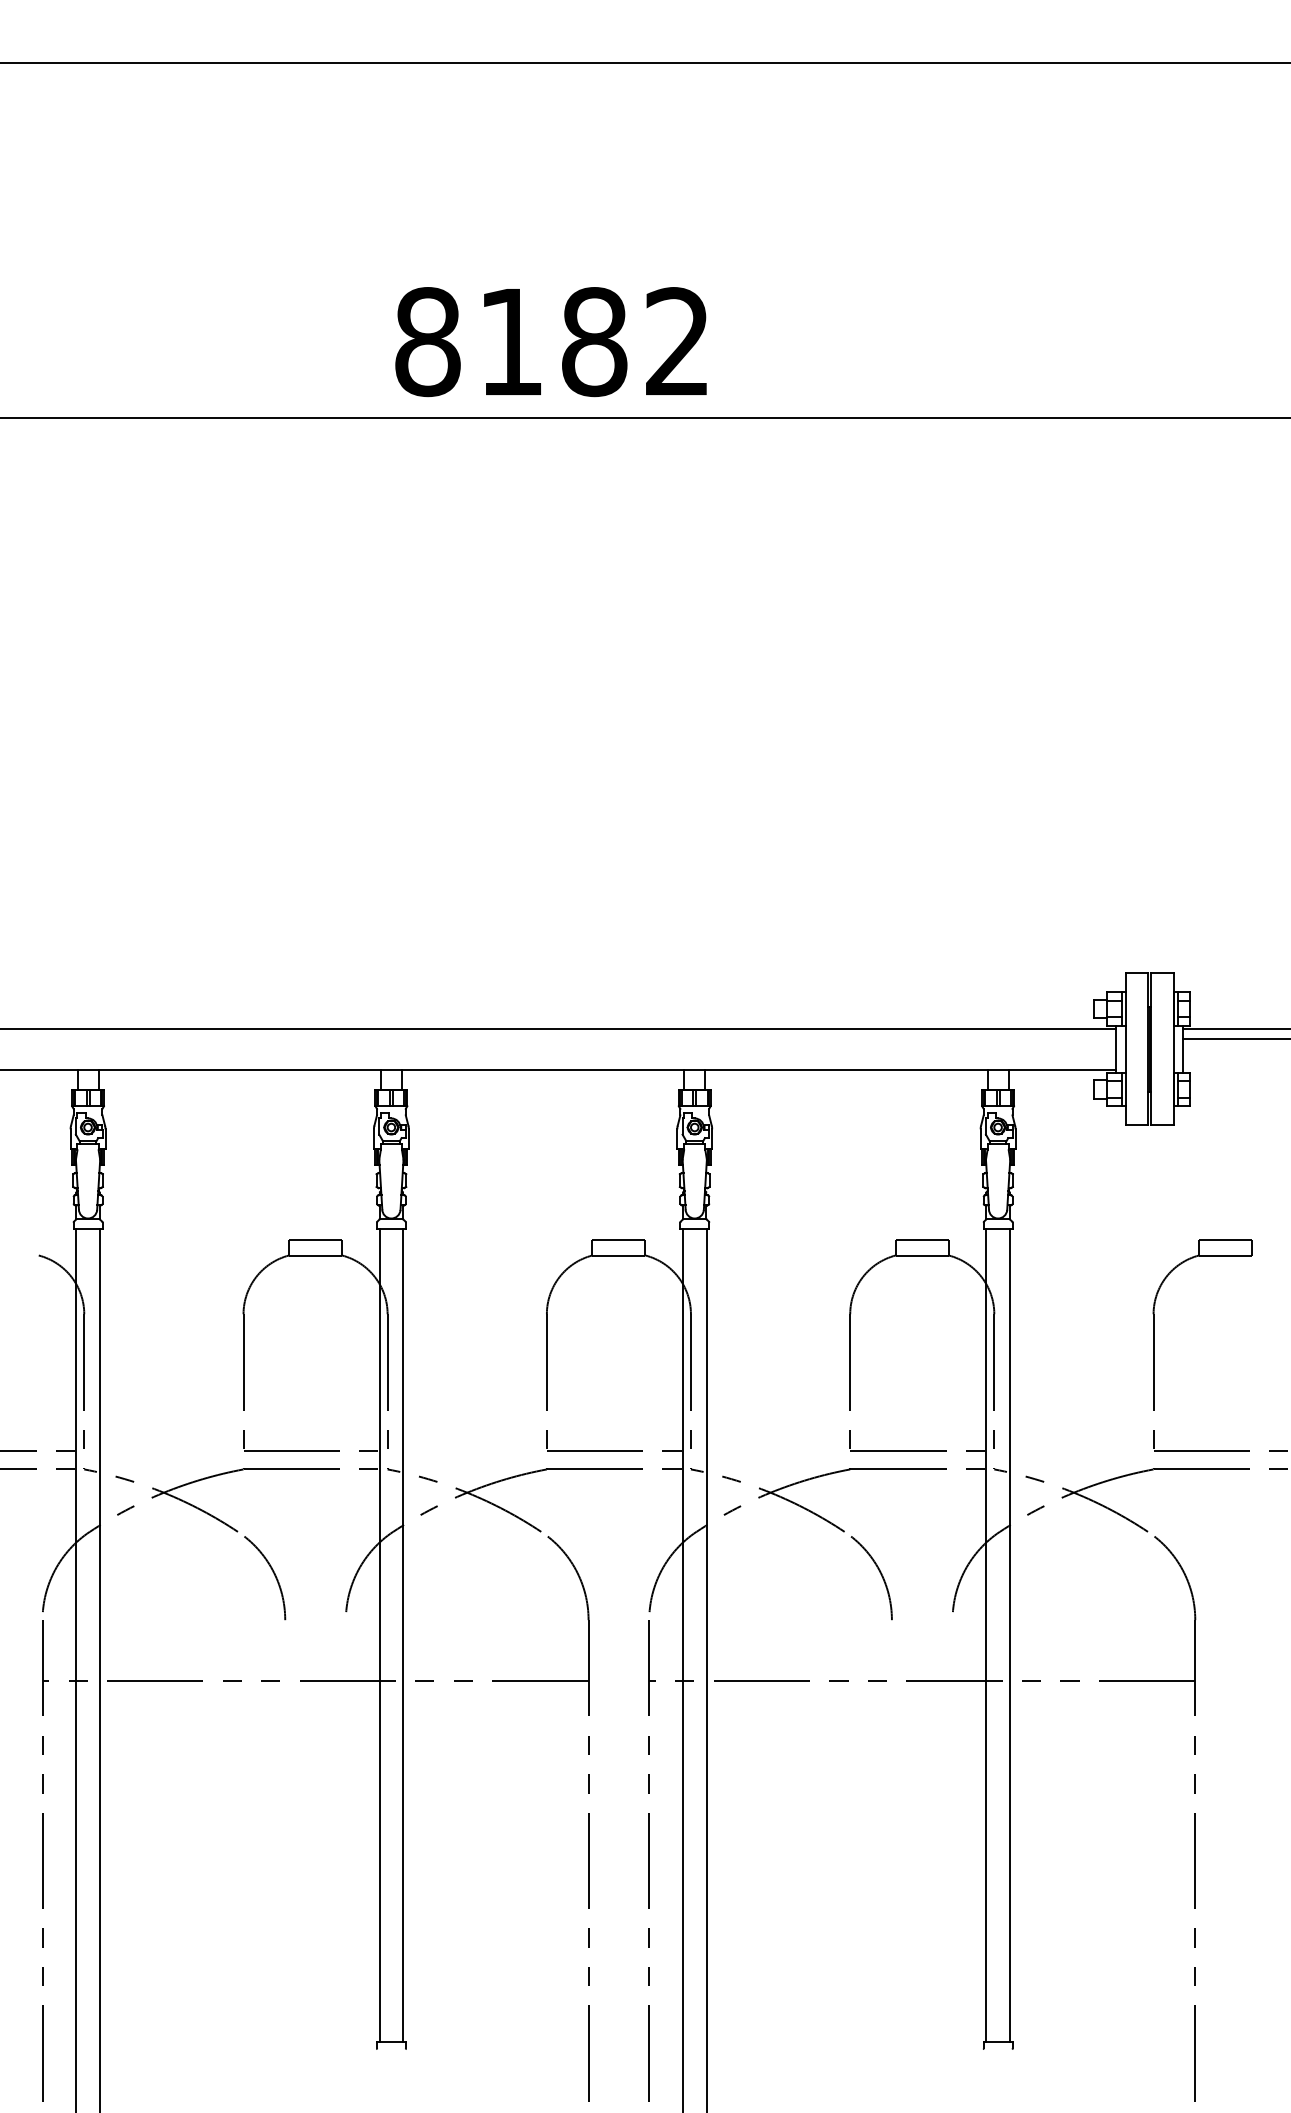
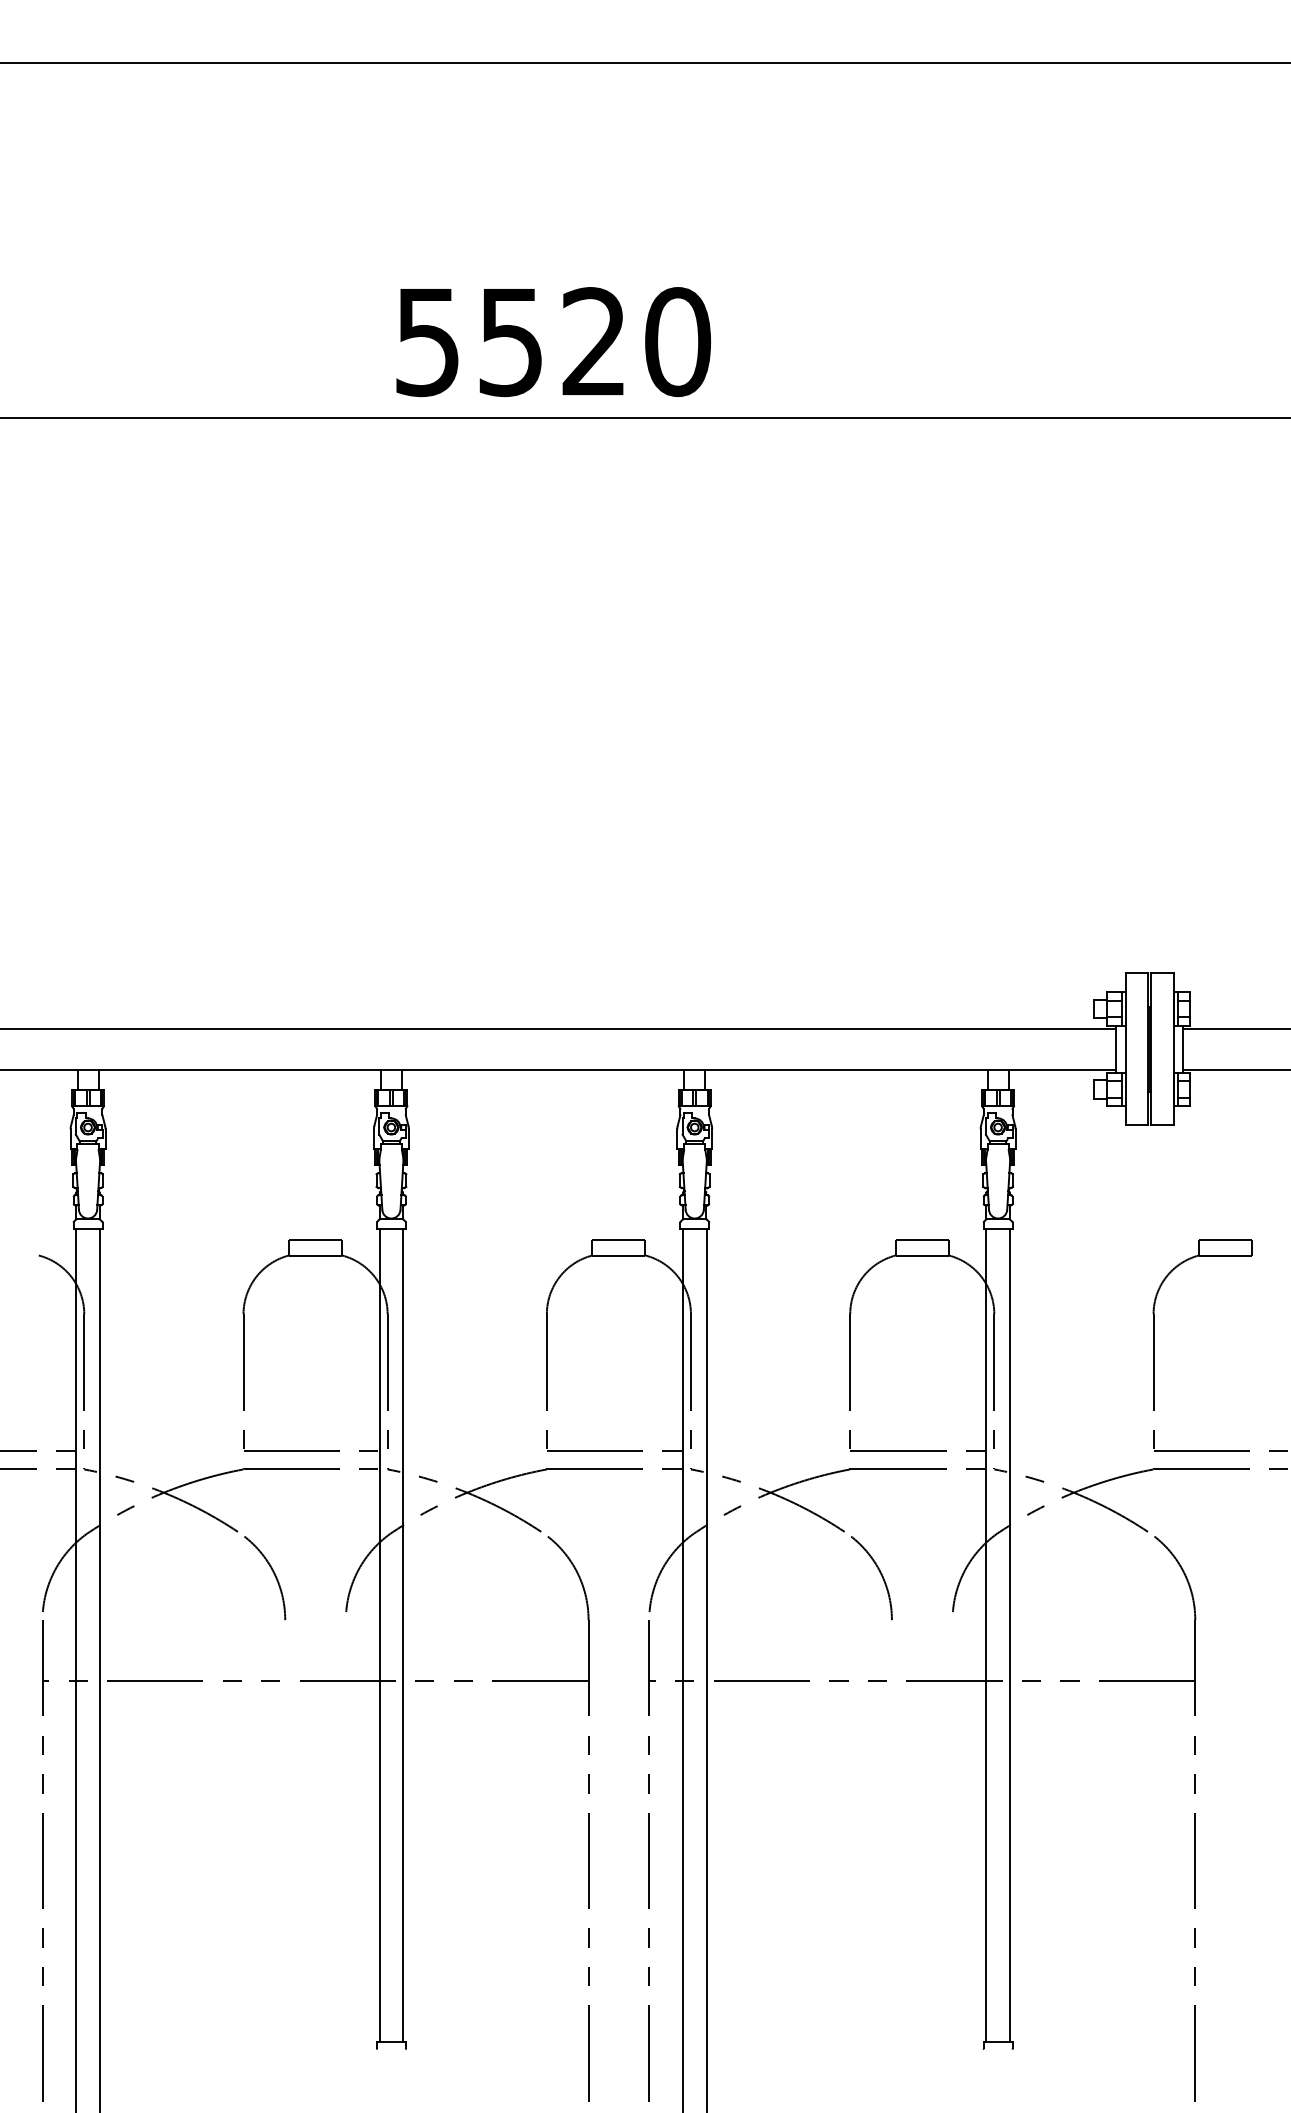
text at (553, 342): 8182 -> 5520
line at (1235, 1038) position: (1235, 1038) -> (1235, 1069)
